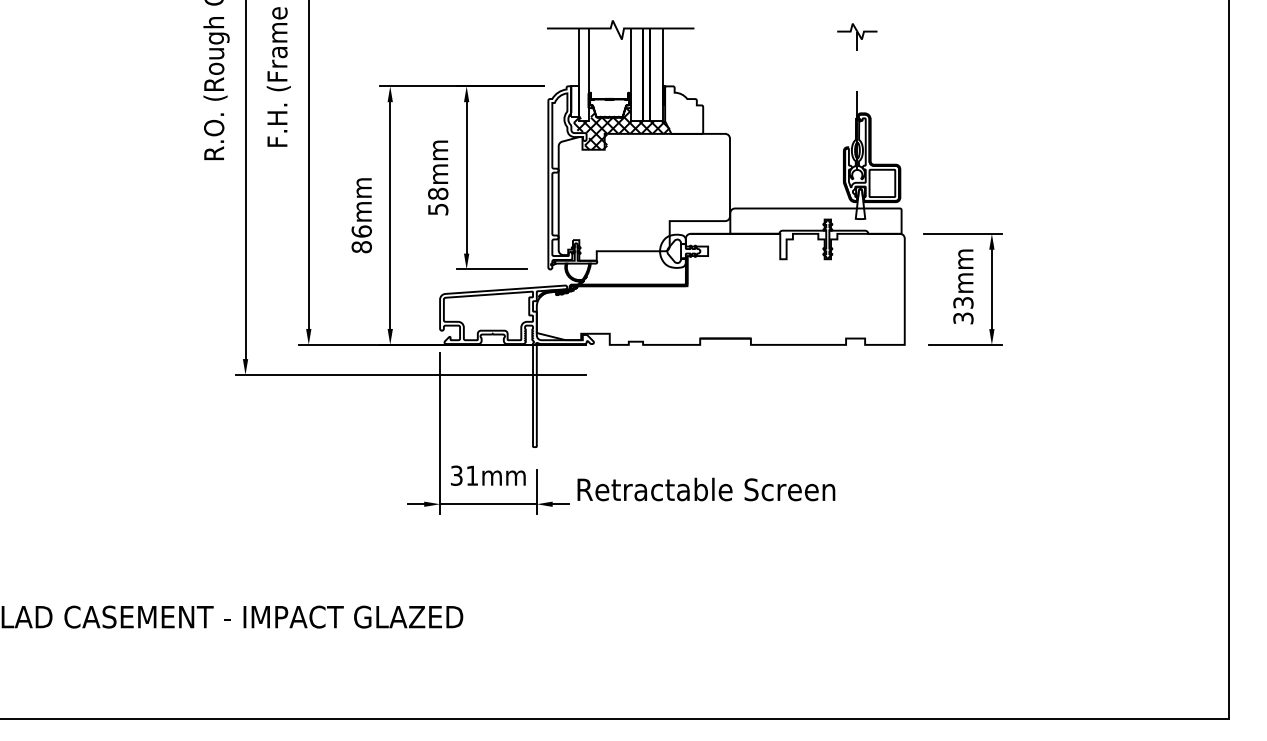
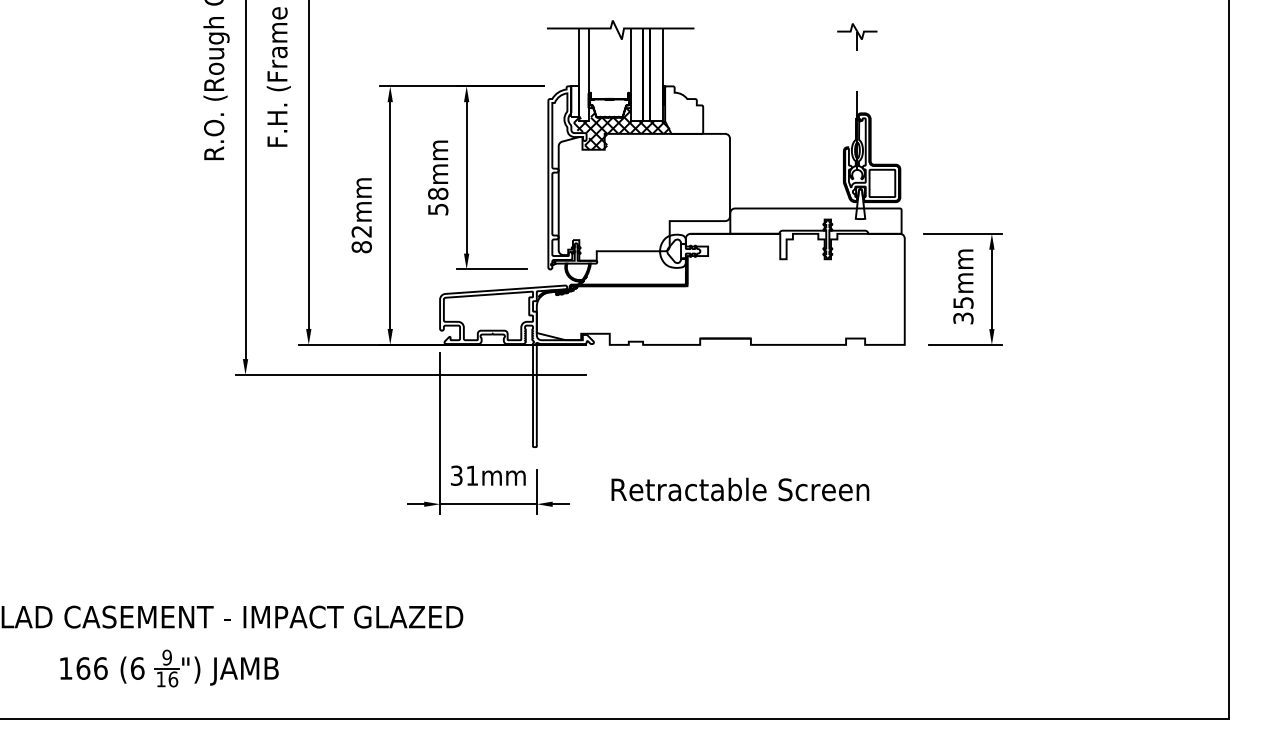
text at (361, 231): 86mm -> 82mm
text at (962, 302): 33mm -> 35mm
text at (706, 489) position: (706, 489) -> (740, 489)
part at (169, 668): none -> present
